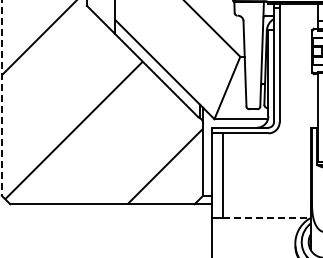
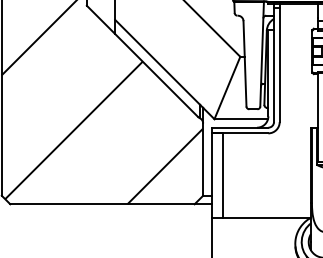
line at (1, 98): dashed -> solid
line at (266, 218): dashed -> solid
